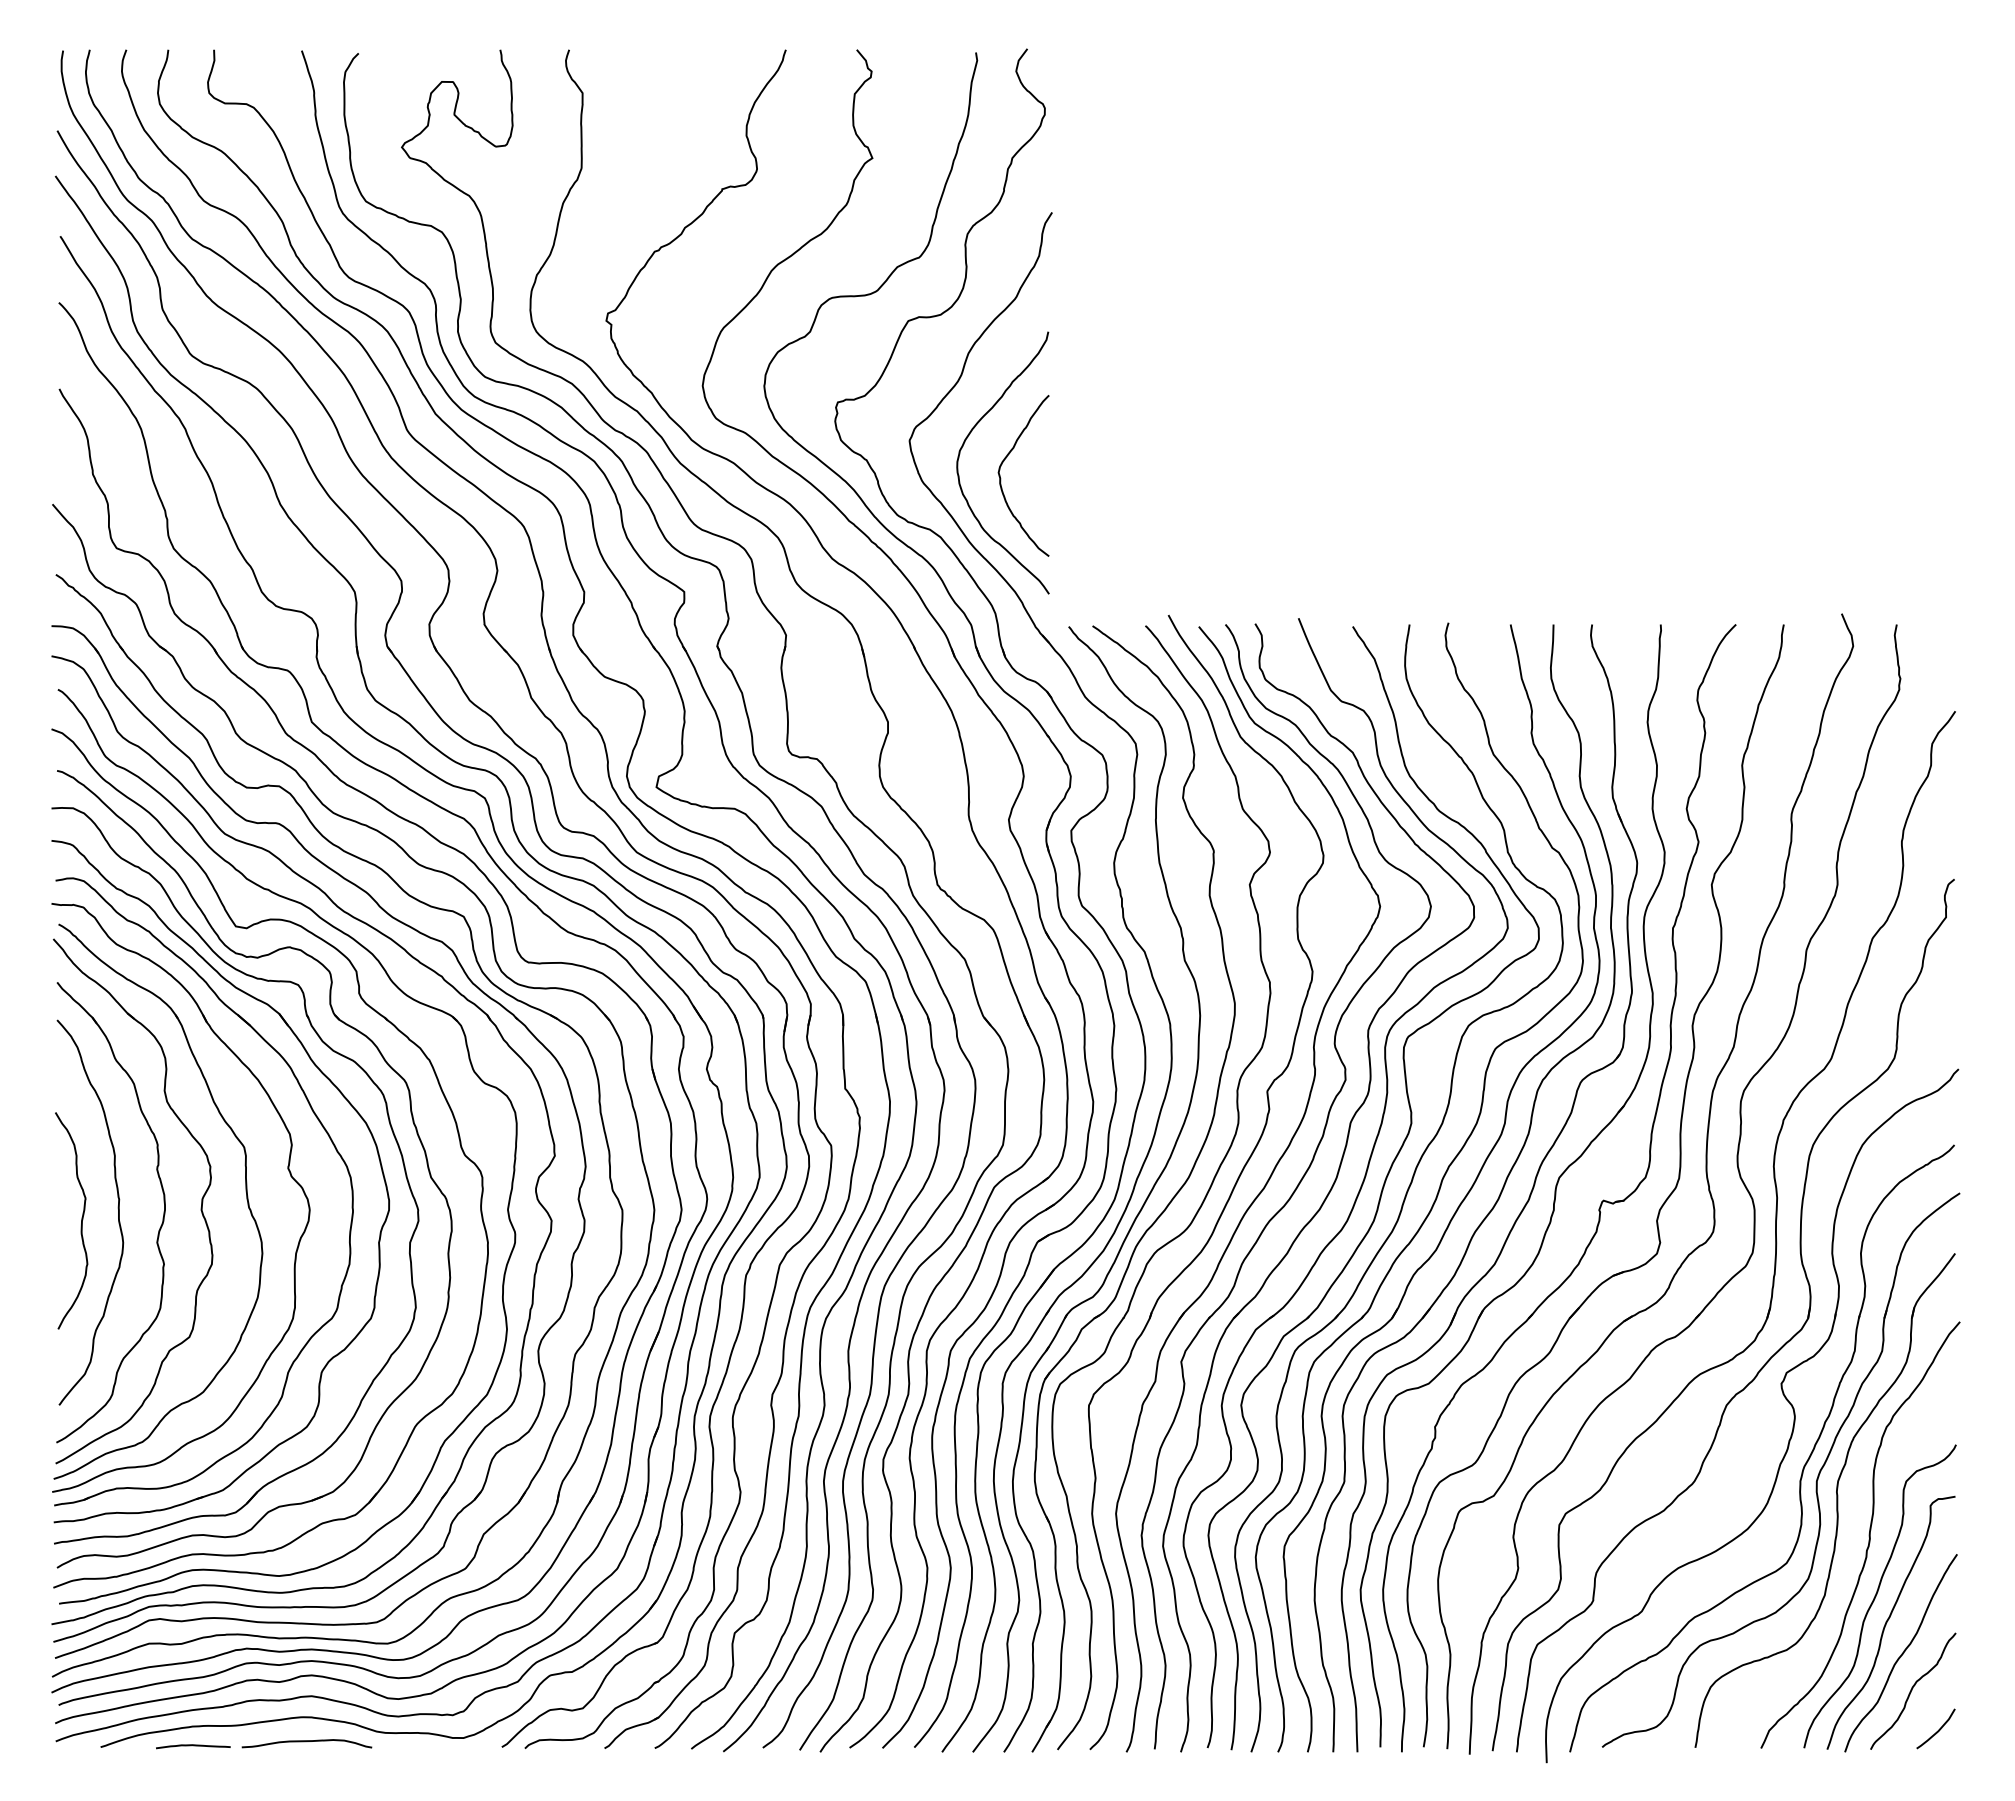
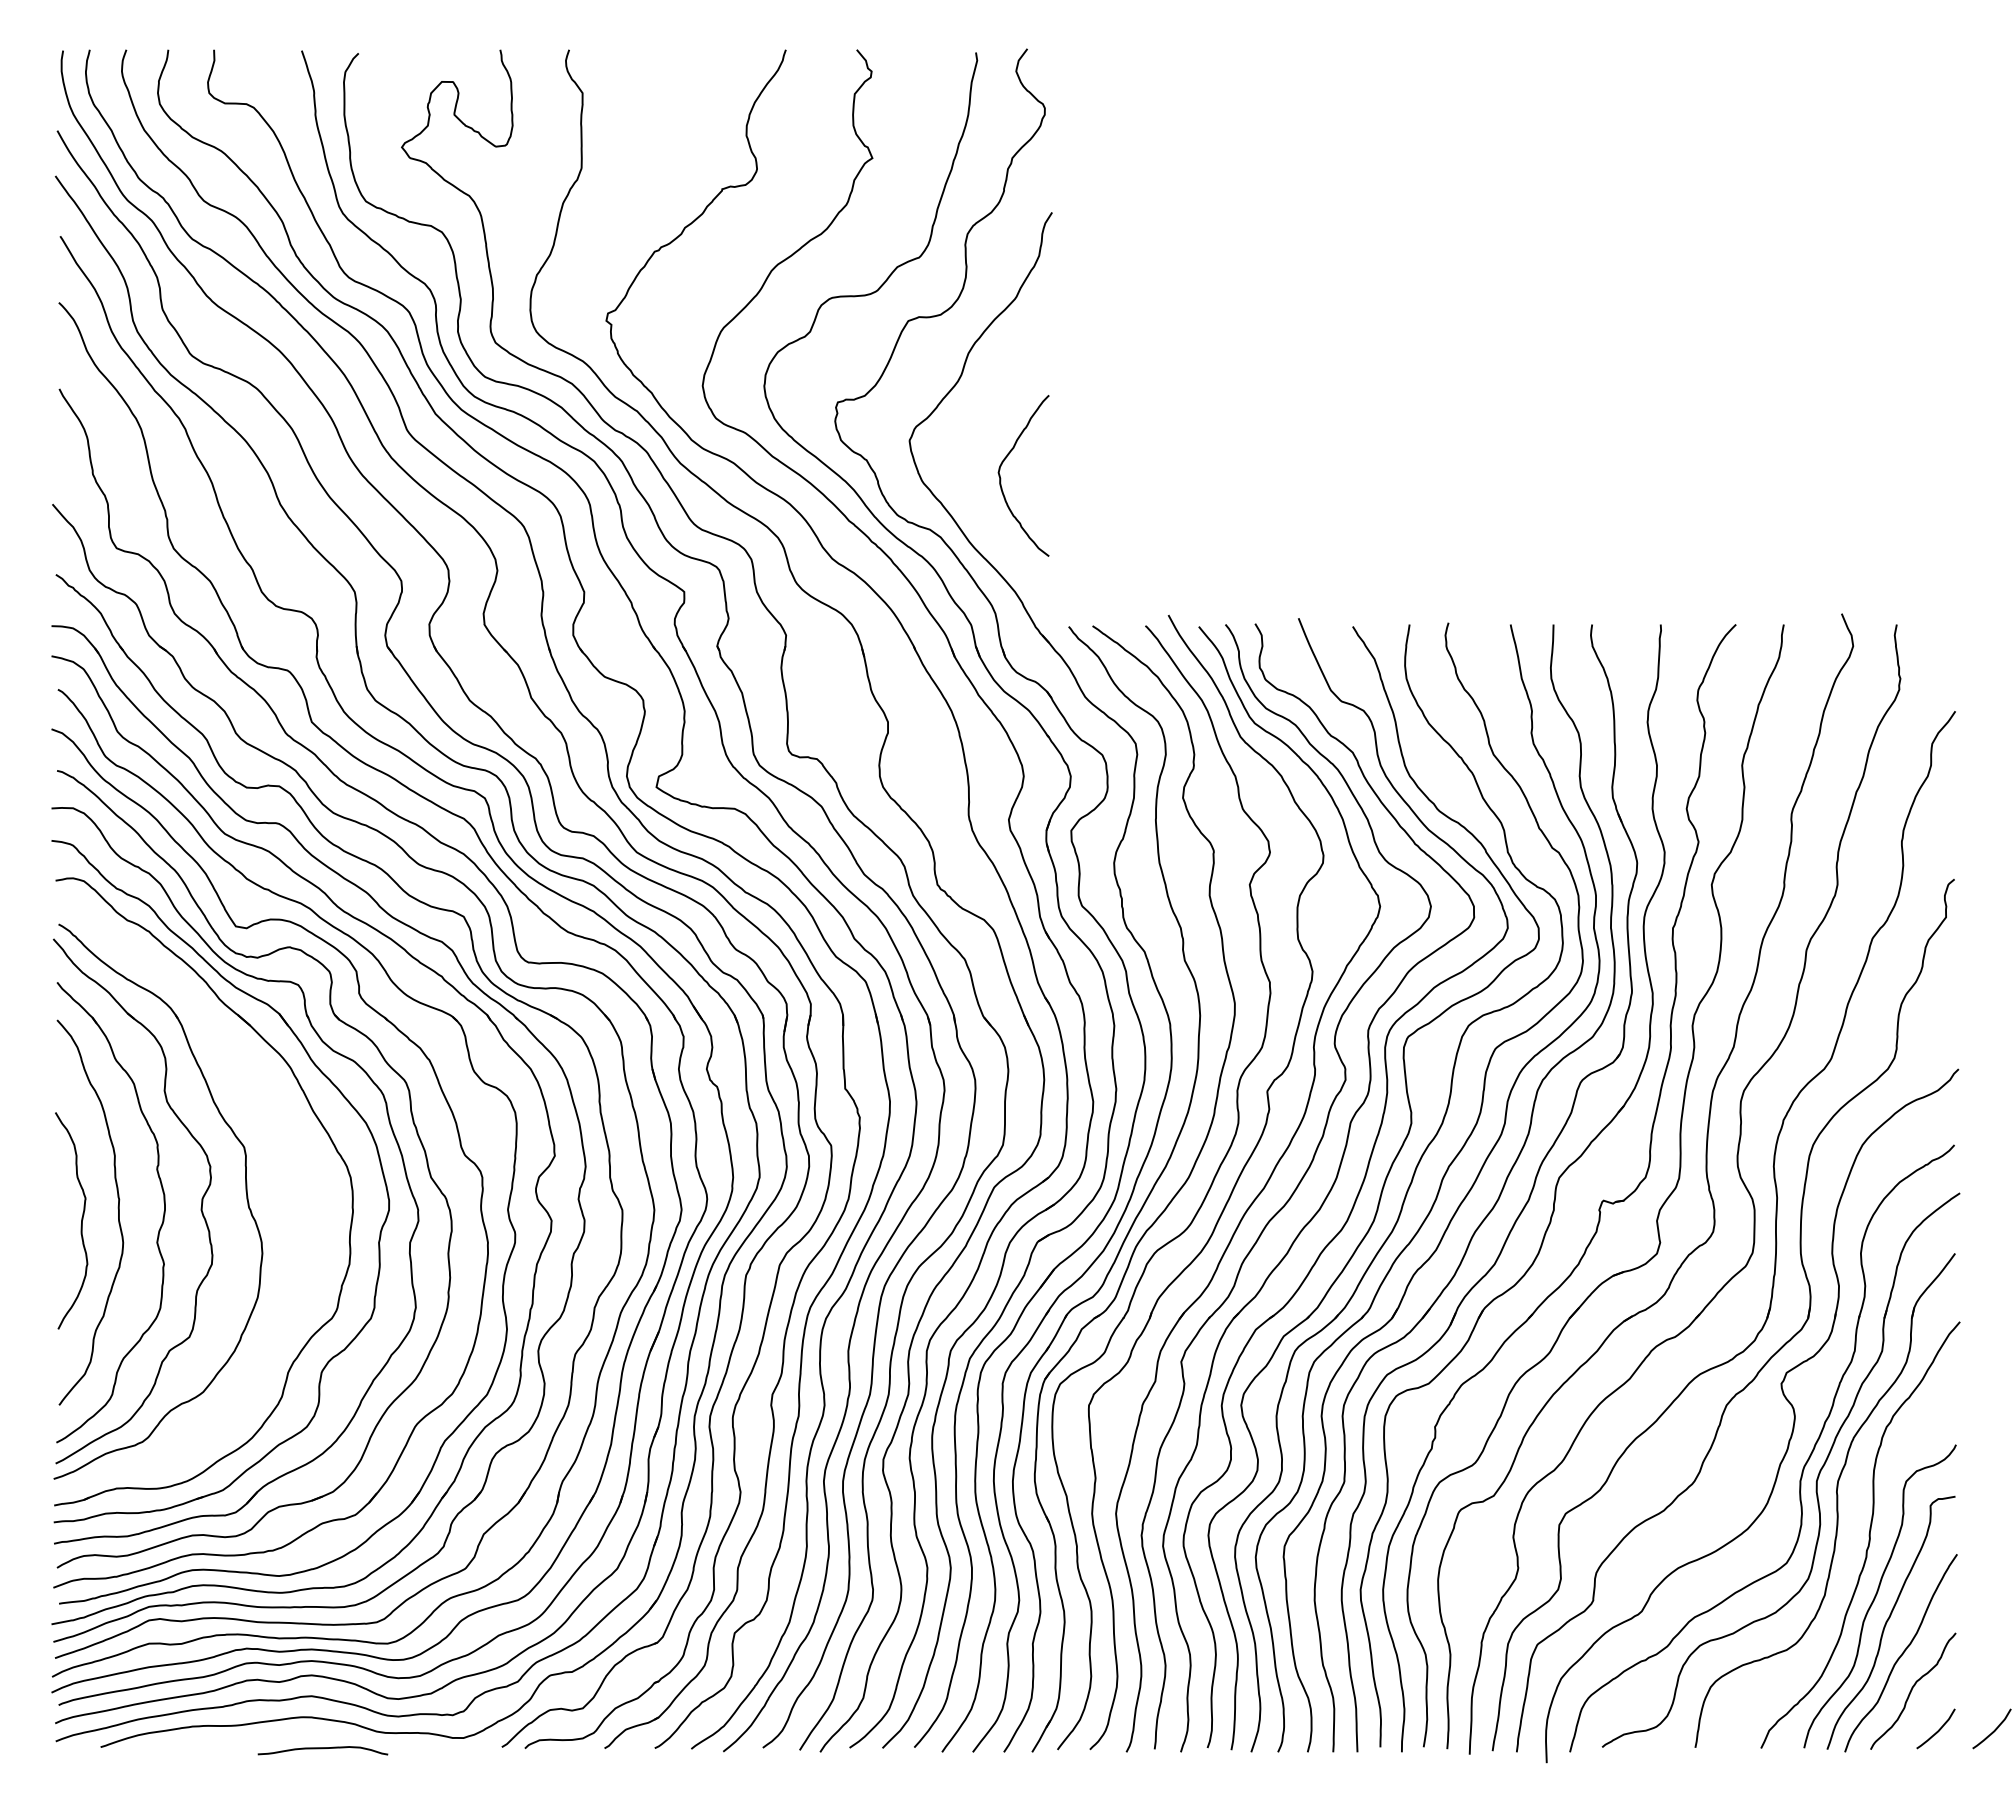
curve at (964, 444): present -> none
part at (287, 1169): present -> none
curve at (1993, 1730): none -> present
curve at (306, 1742) position: (306, 1742) -> (322, 1749)
curve at (193, 1746): present -> none
